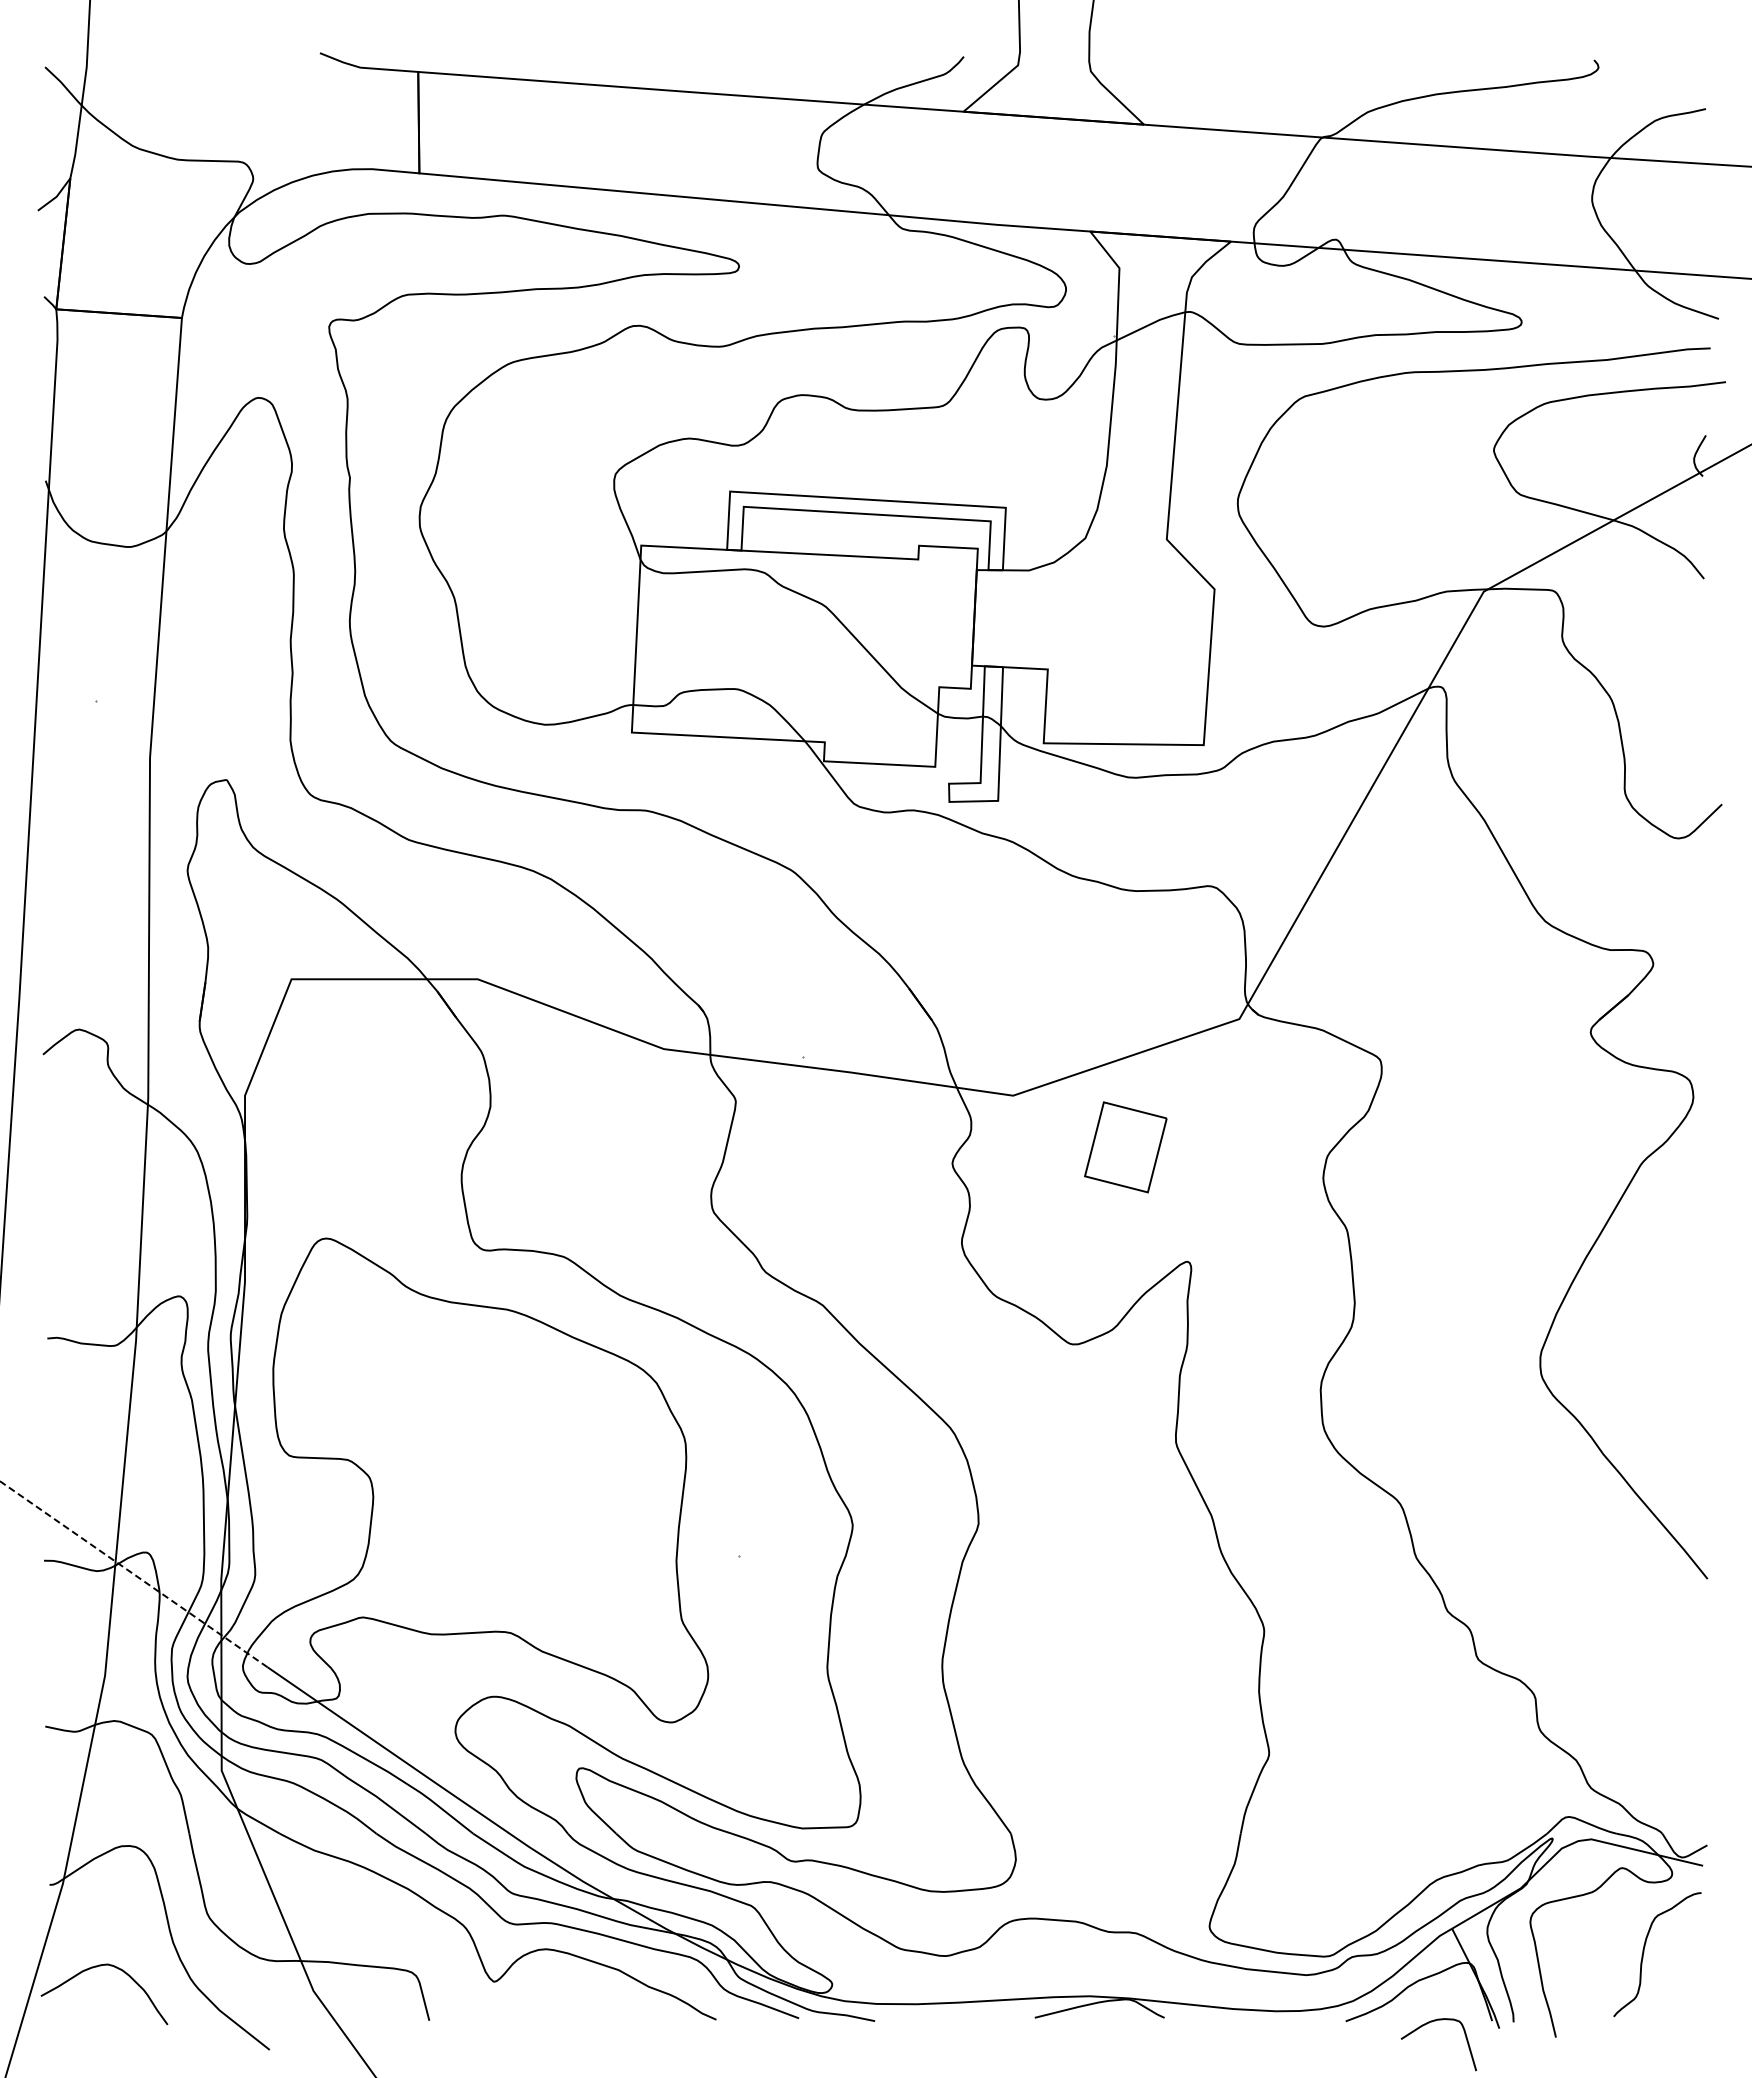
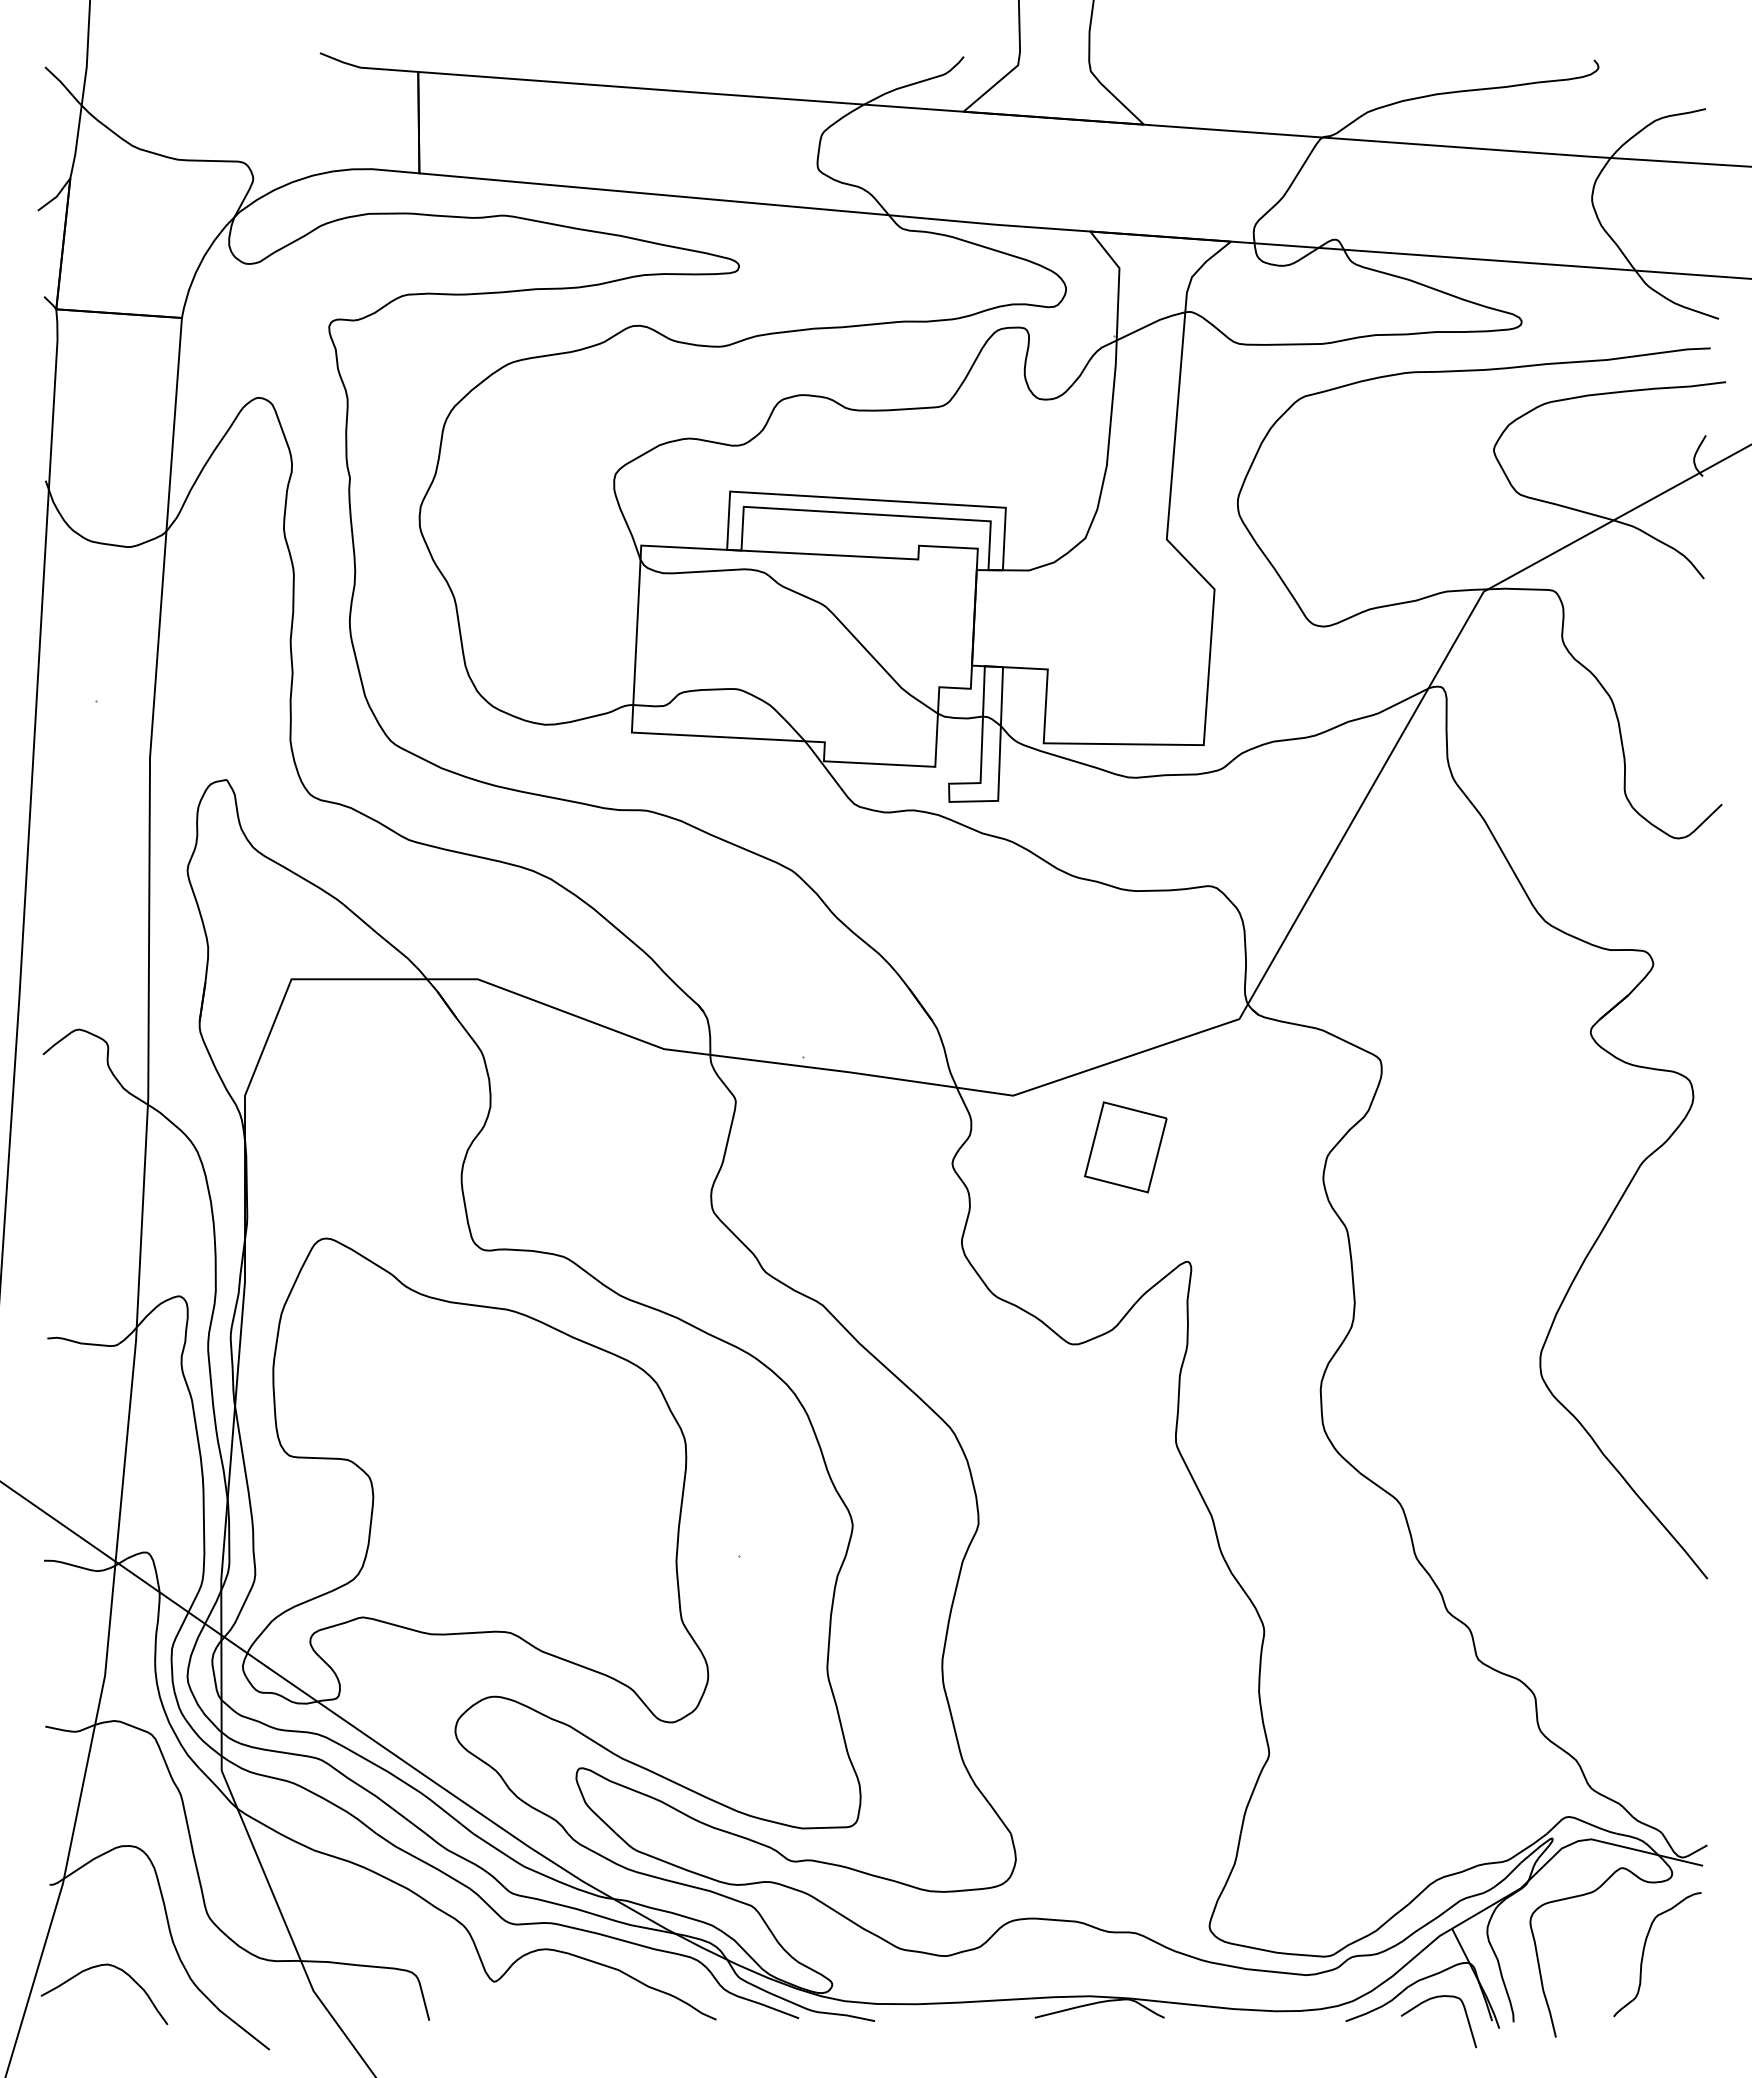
line at (133, 1574): dashed -> solid
curve at (1432, 2022) position: (1432, 2022) -> (1432, 1999)
